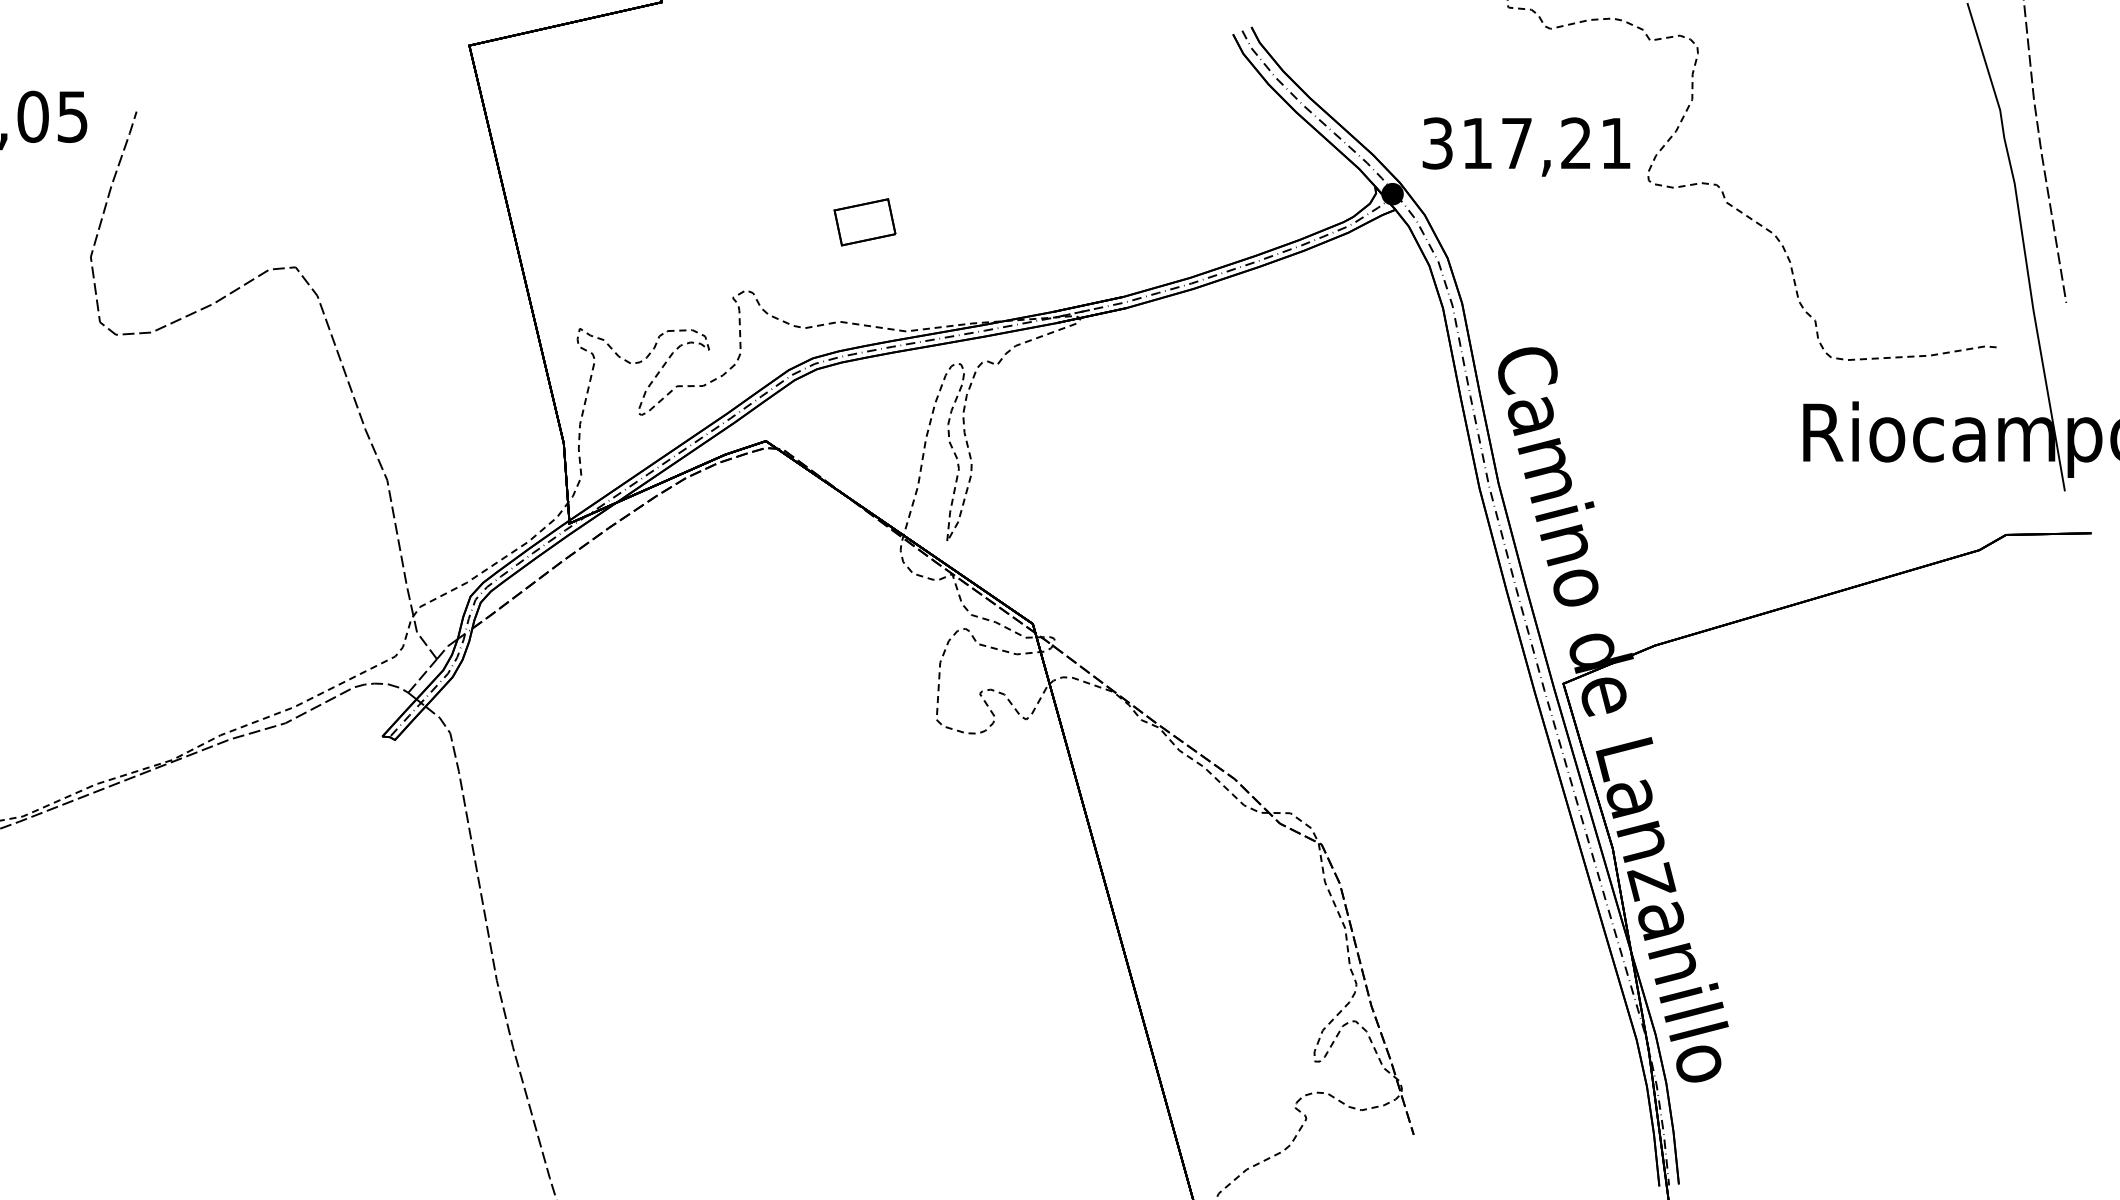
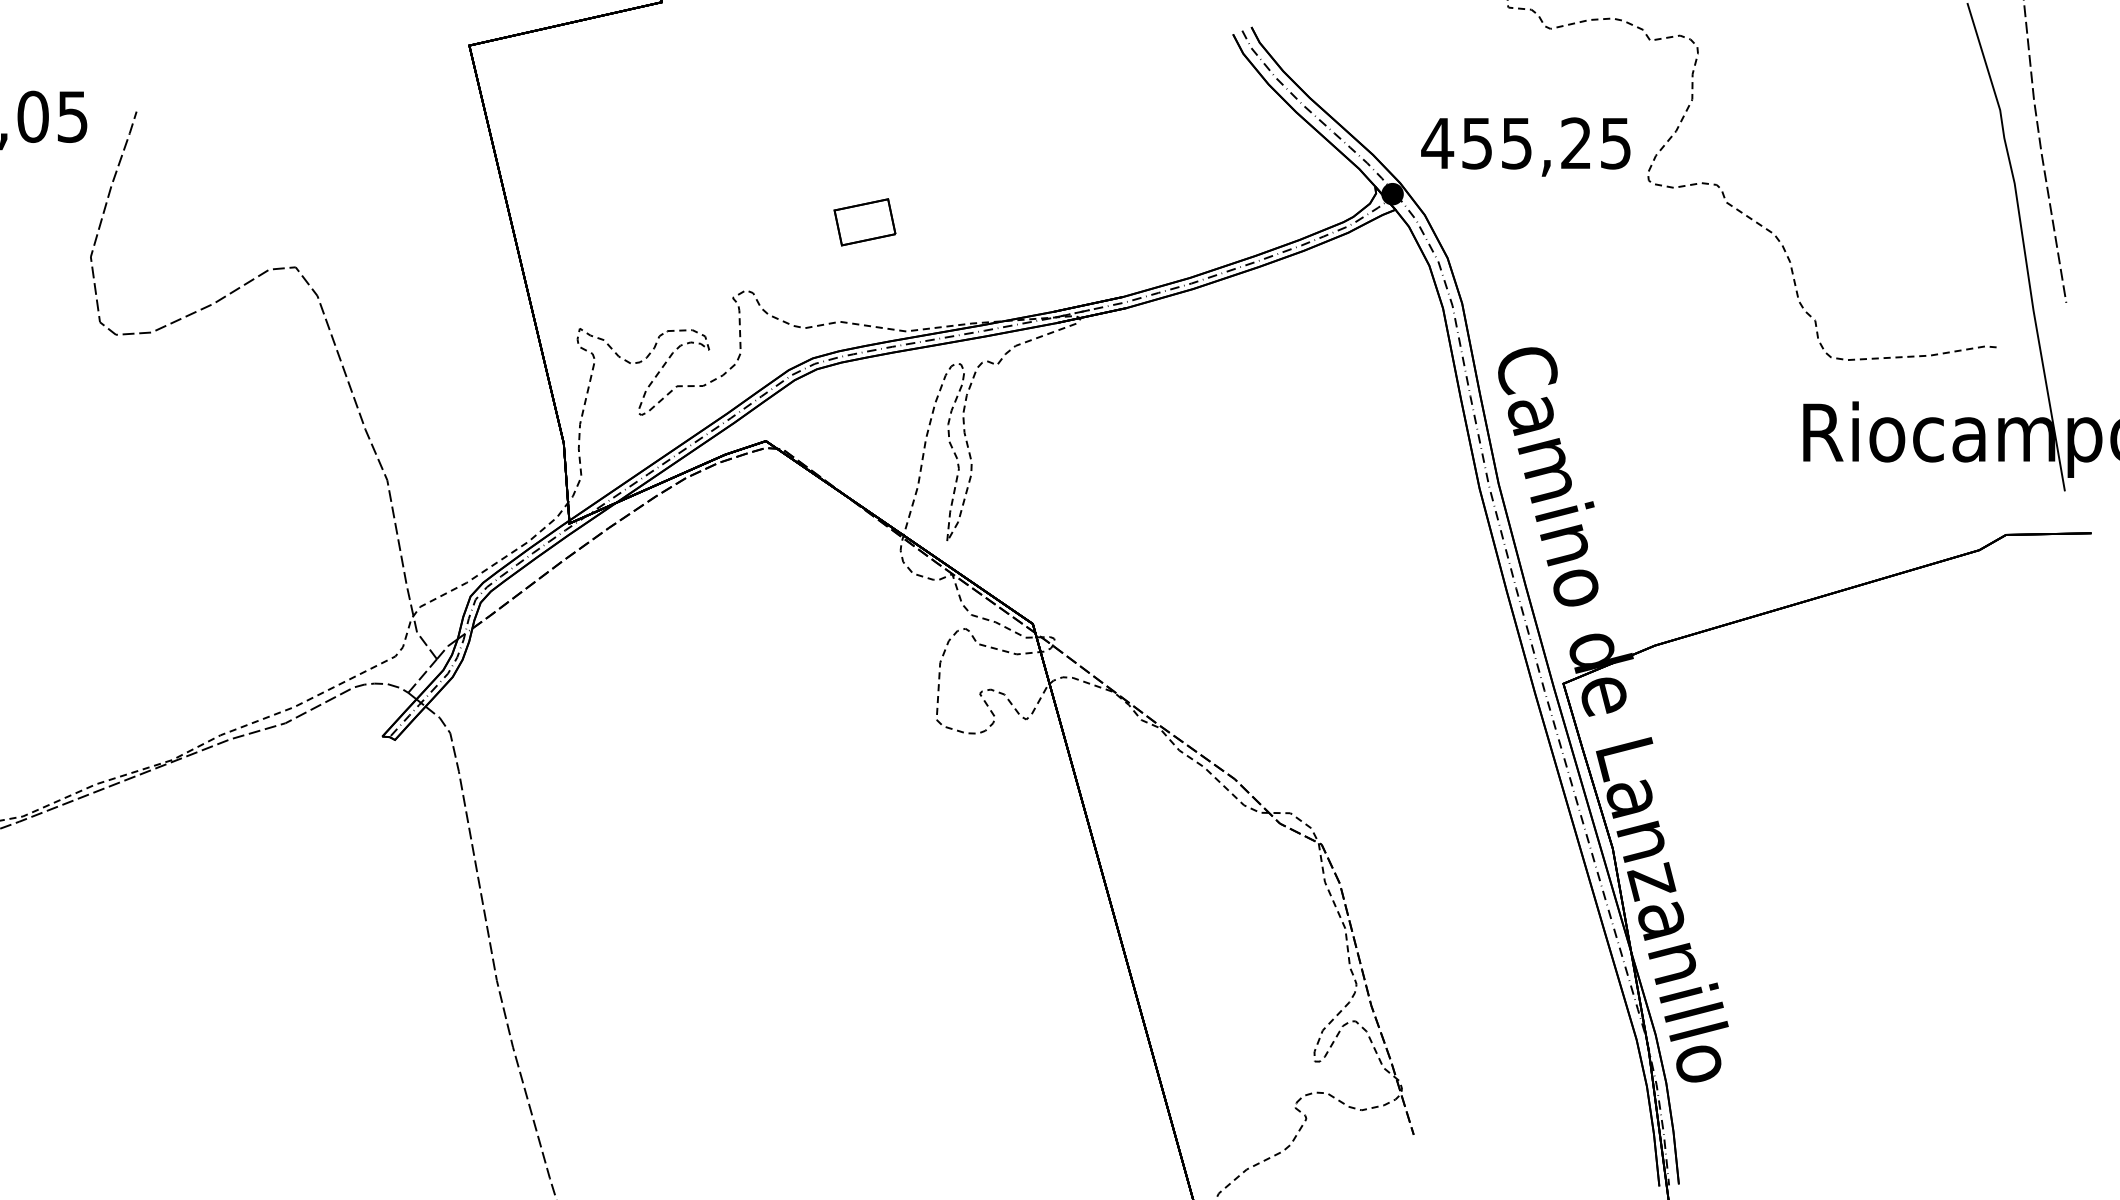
text at (1525, 143): 317,21 -> 455,25
